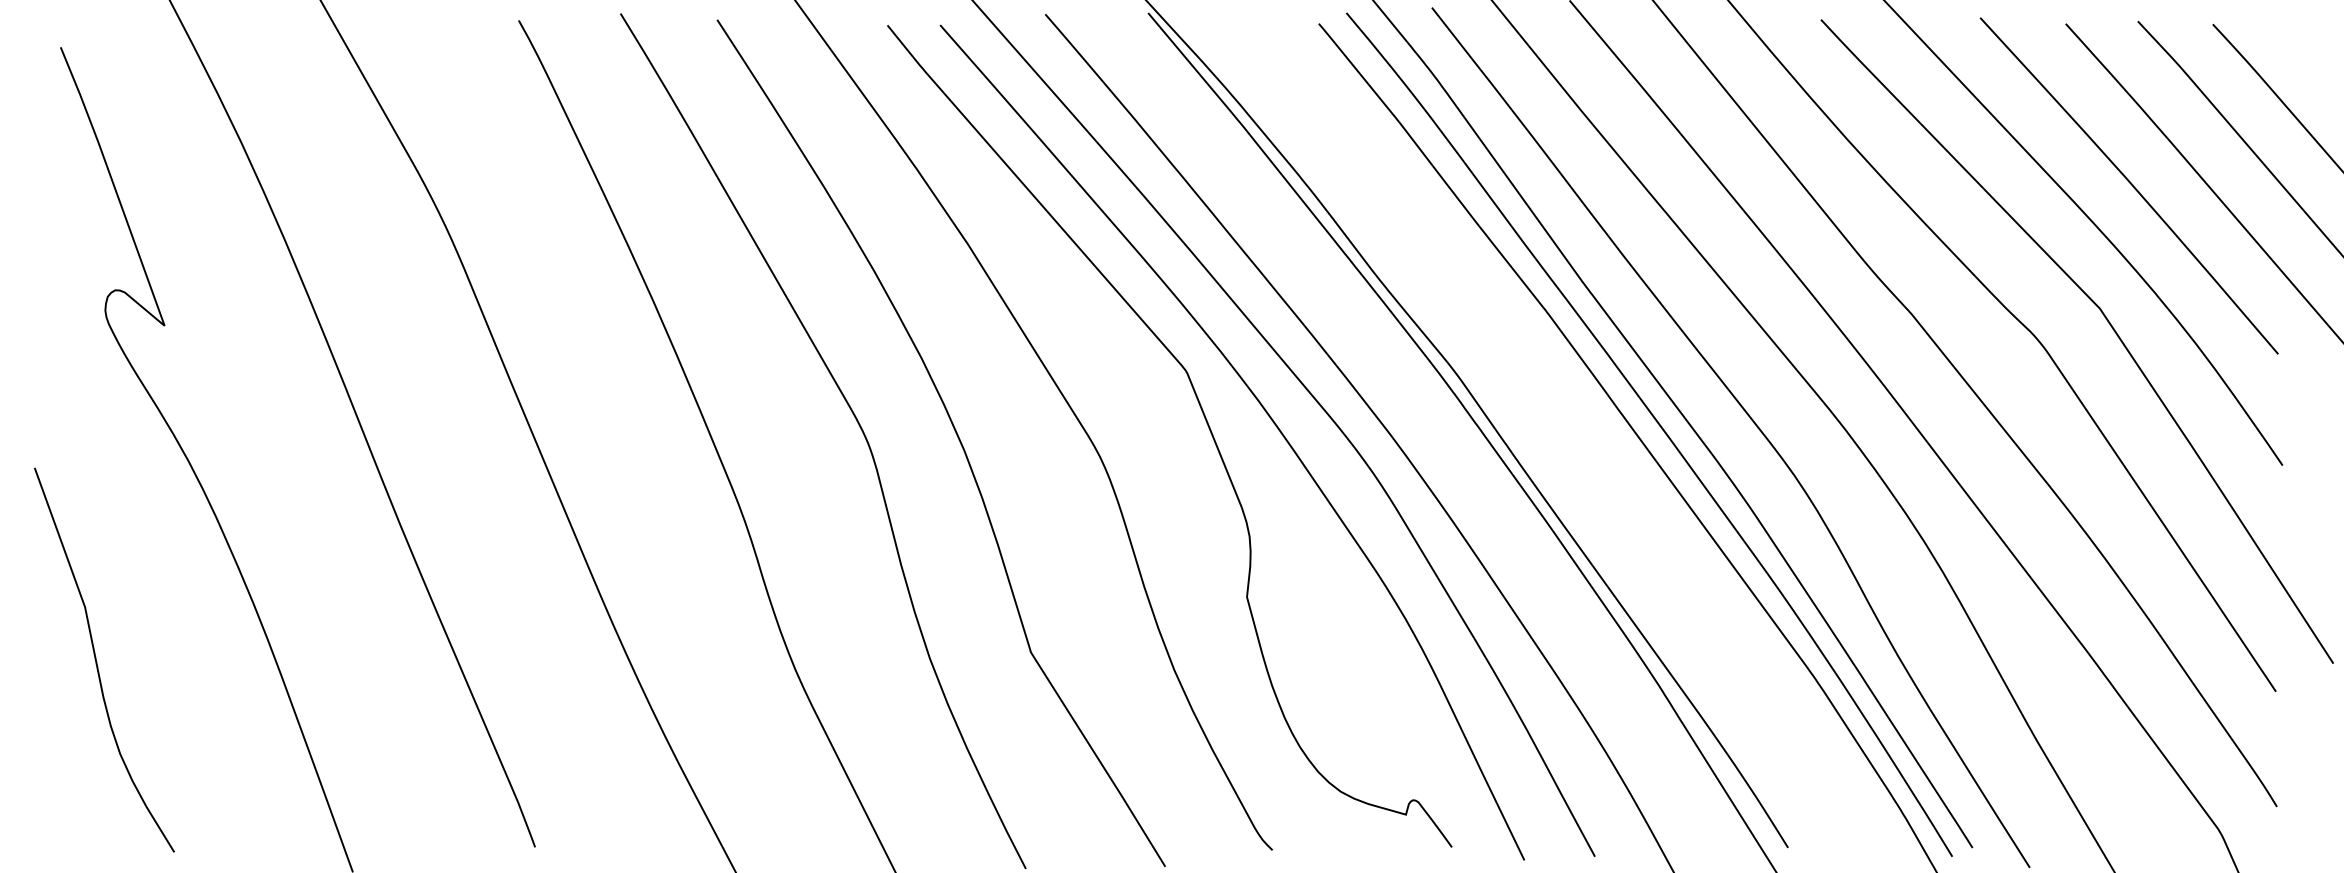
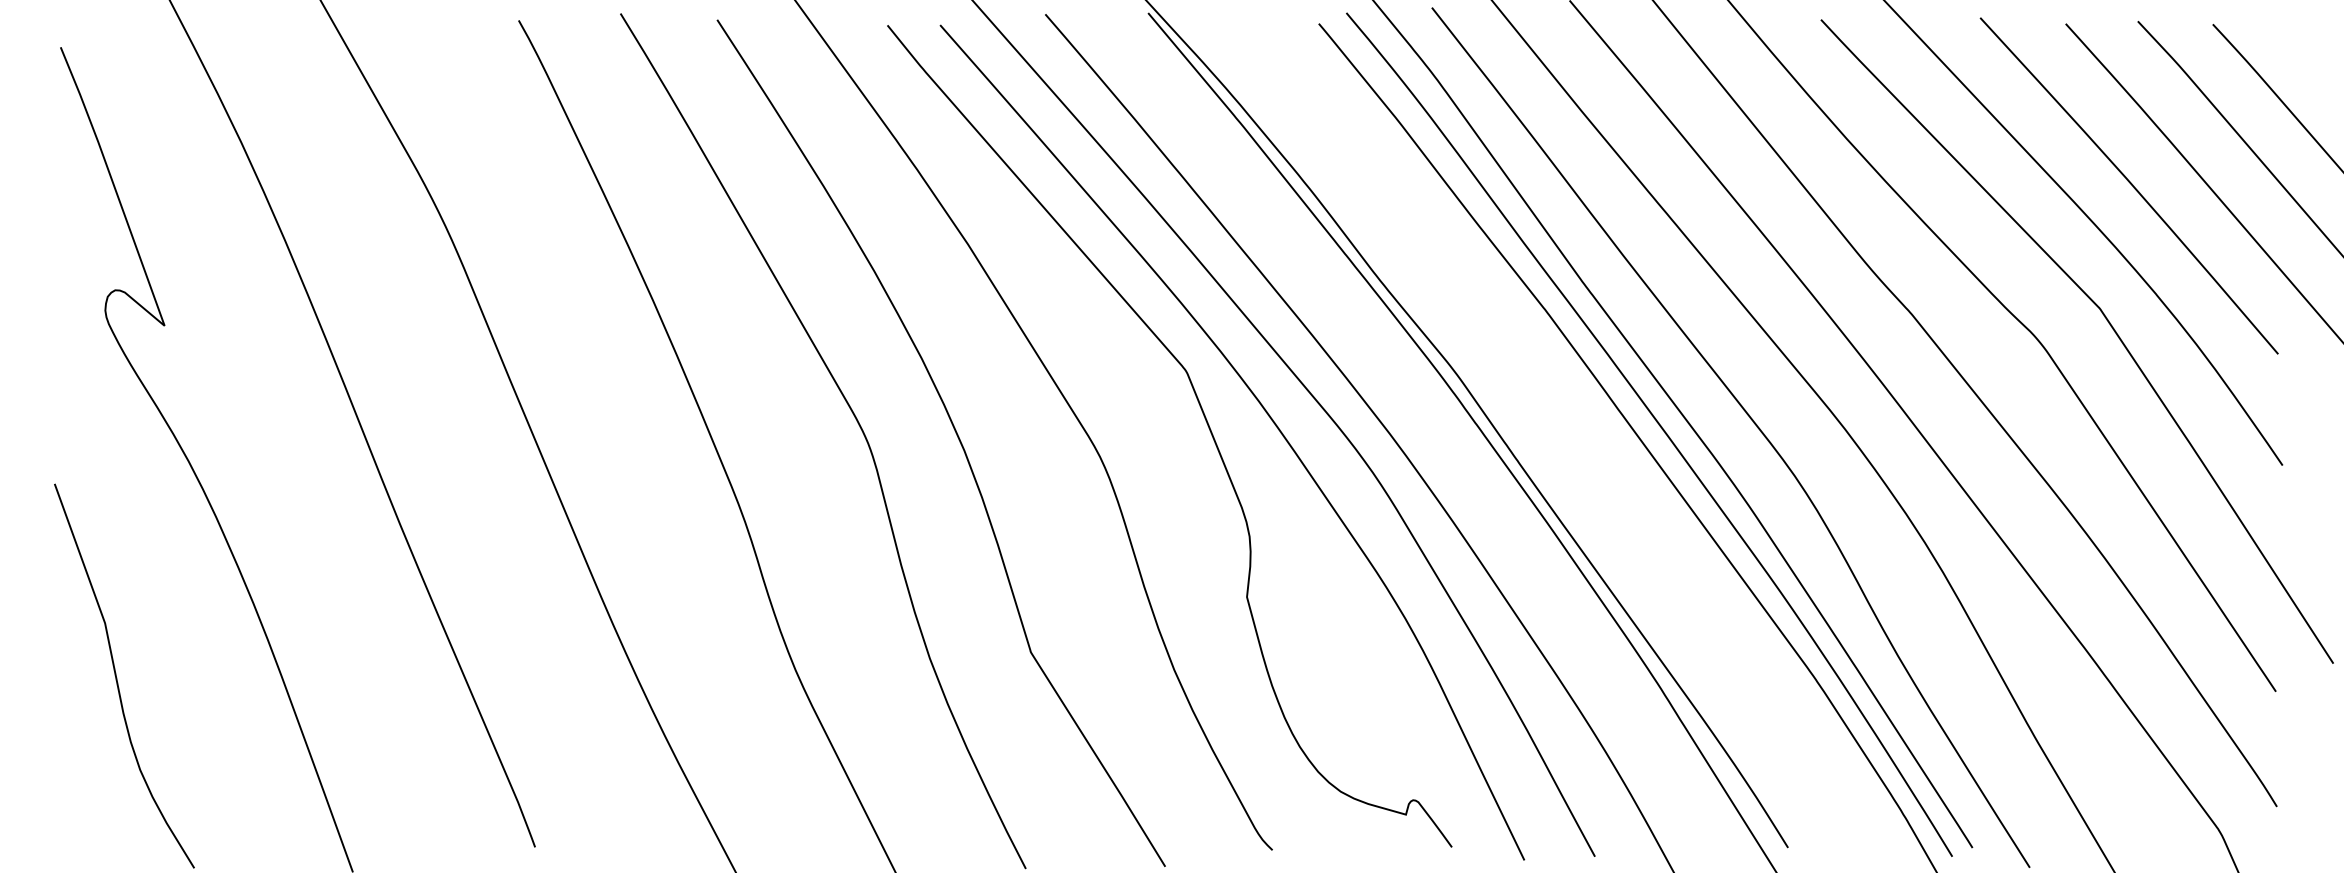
curve at (97, 661) position: (97, 661) -> (117, 677)
